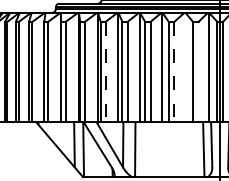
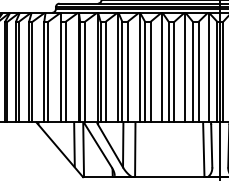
line at (185, 67): none -> present
line at (198, 71): none -> present
line at (105, 72): dashed -> solid
line at (174, 72): dashed -> solid
